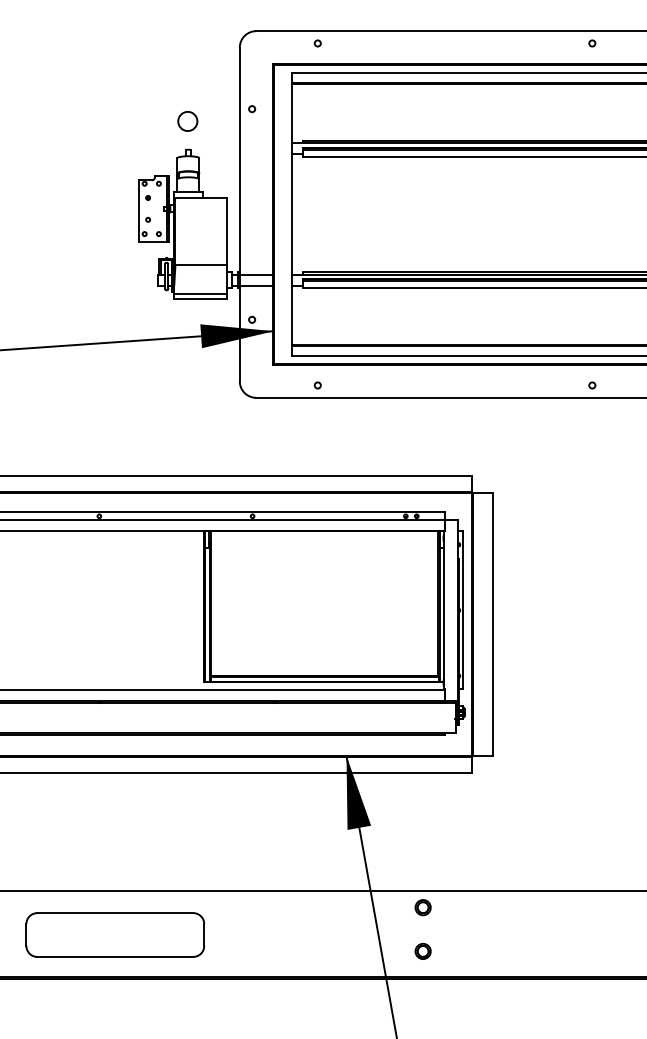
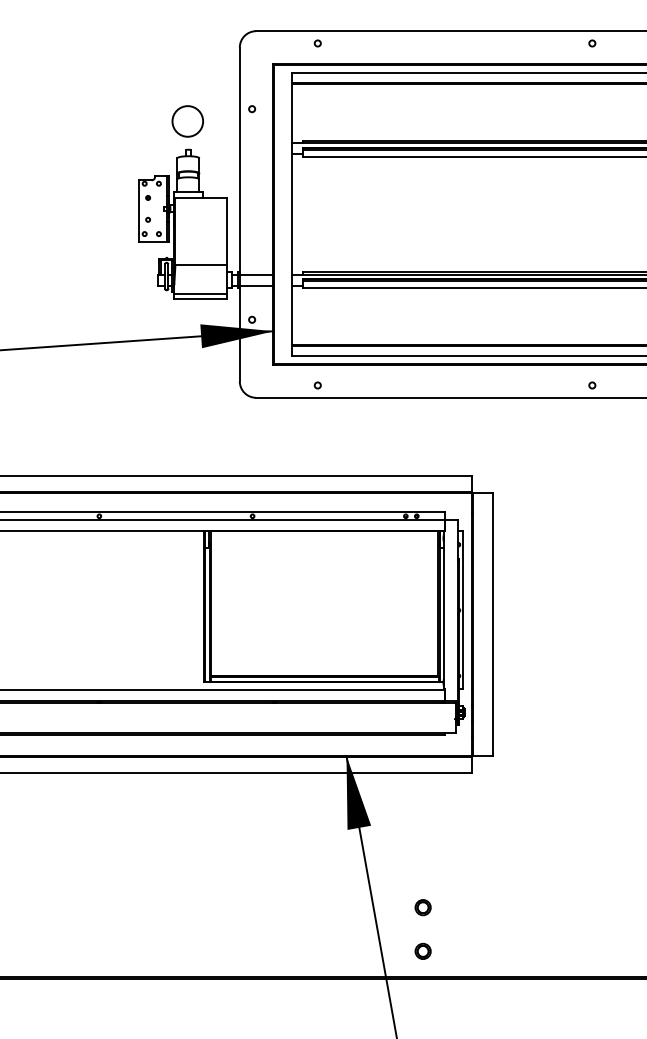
circle at (187, 121) diameter: 19 px -> 31 px
line at (322, 891): present -> none
part at (115, 934): present -> none
